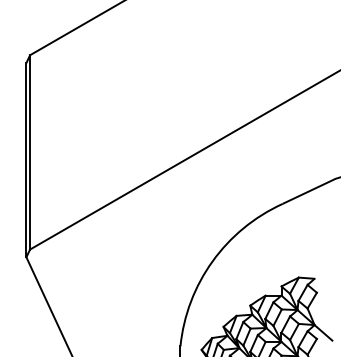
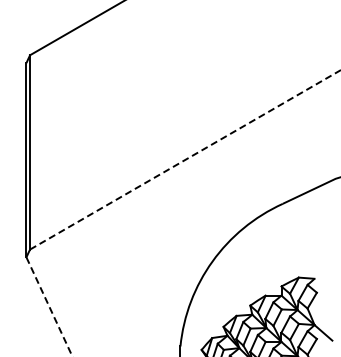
line at (184, 160): solid -> dashed
line at (49, 307): solid -> dashed
